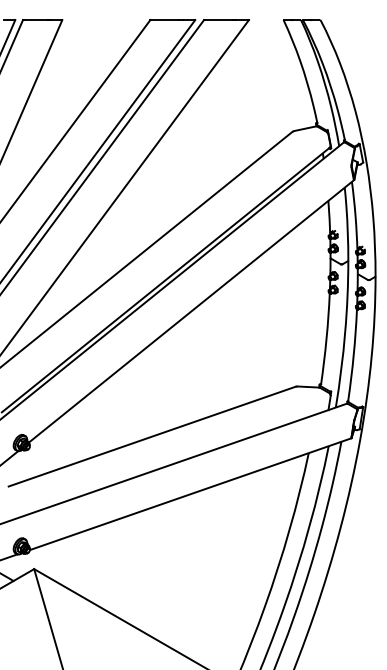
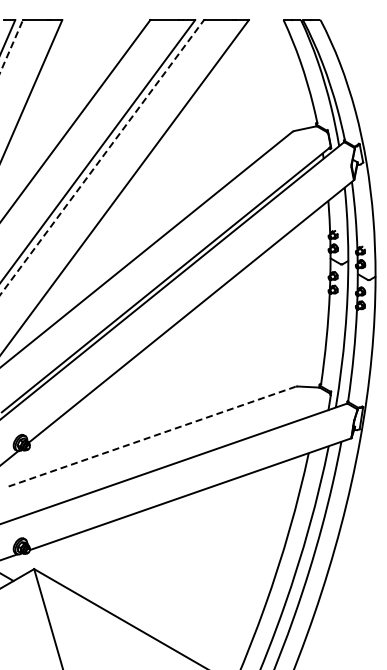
line at (11, 45): solid -> dashed
line at (102, 157): solid -> dashed
line at (152, 436): solid -> dashed
